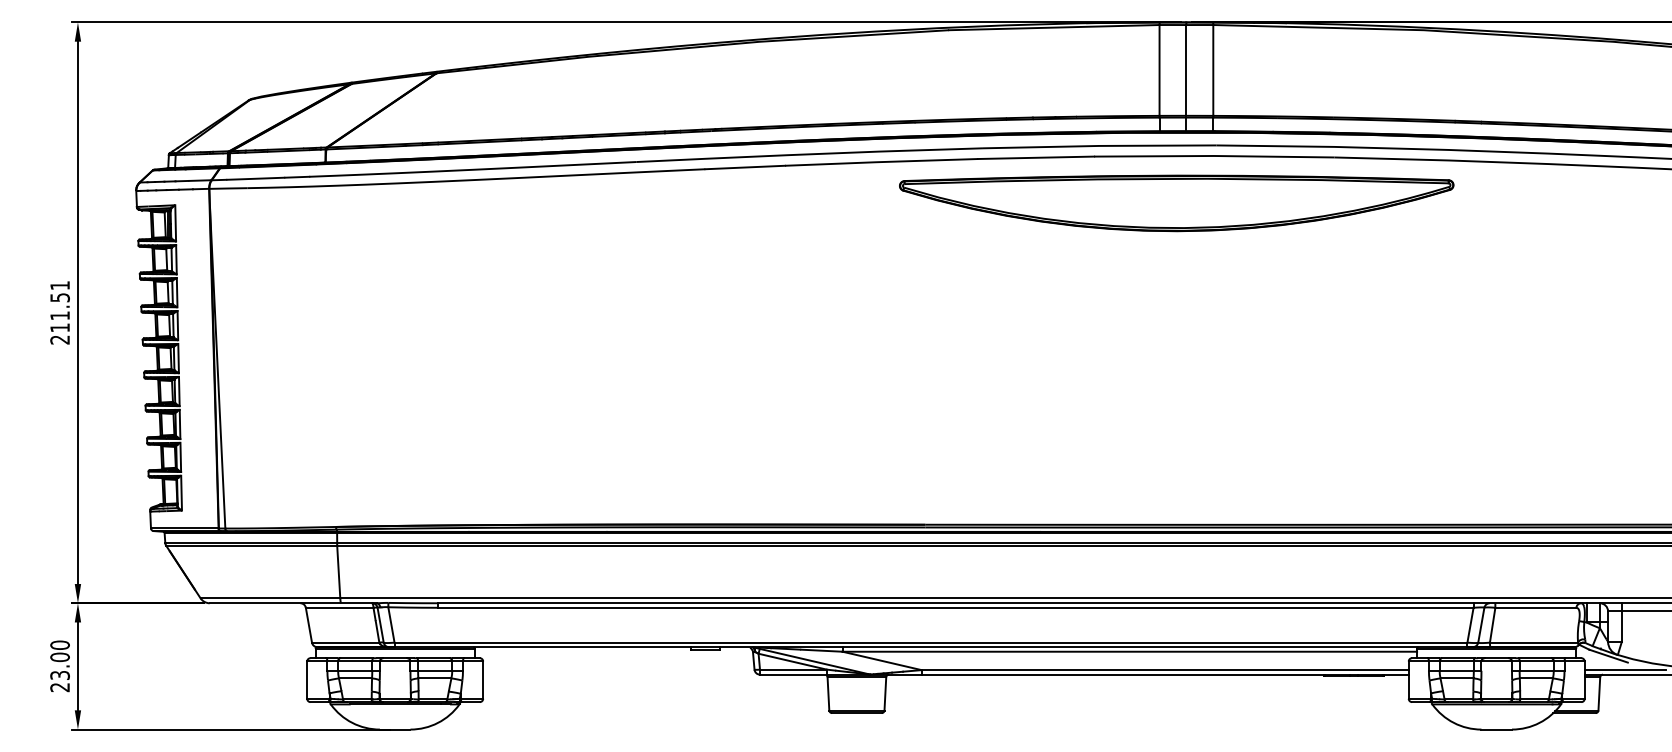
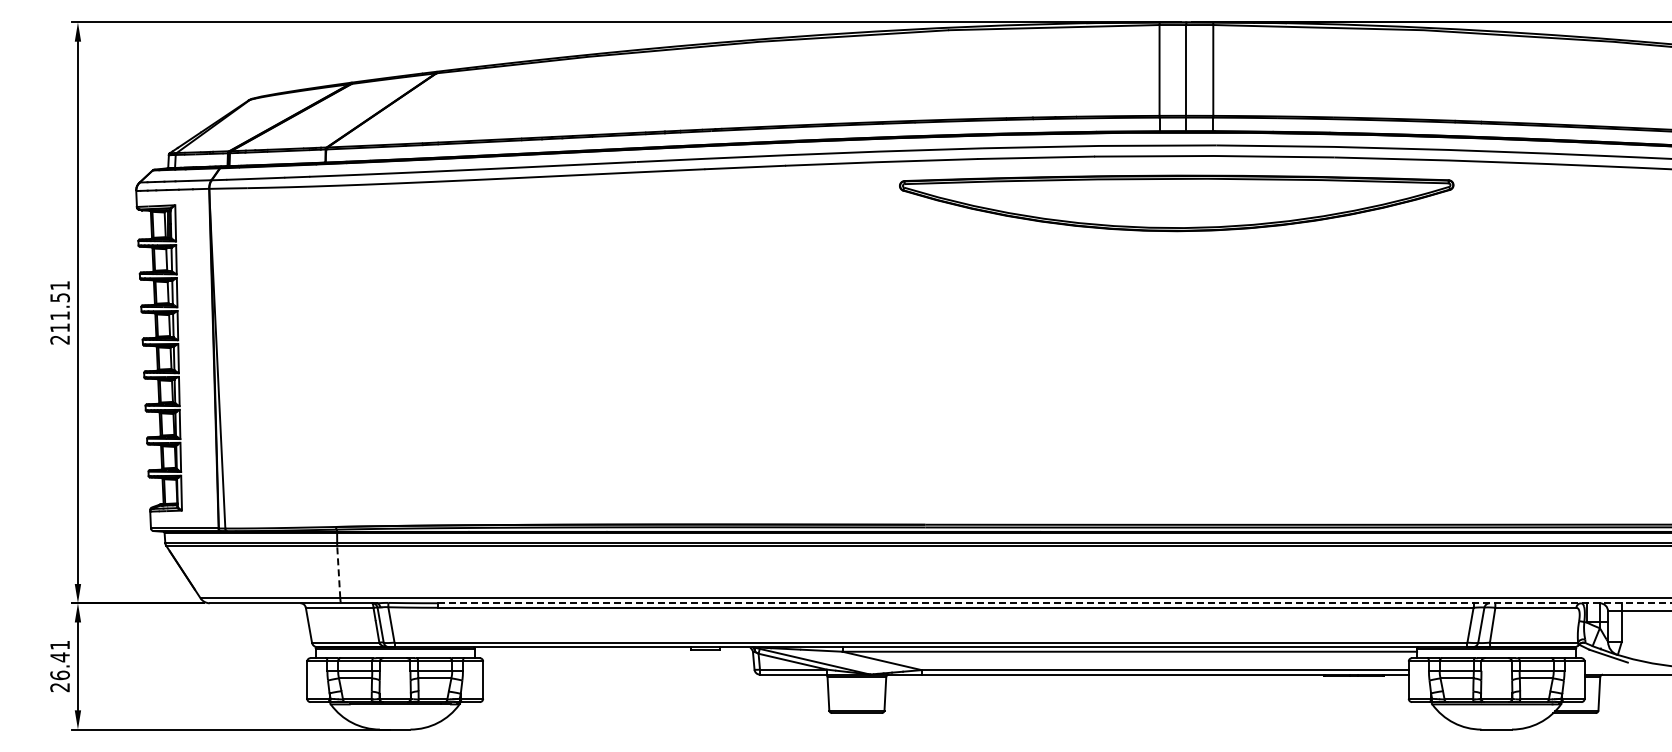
line at (338, 571): solid -> dashed
line at (1054, 603): solid -> dashed
text at (59, 660): 23.00 -> 26.41
line at (1625, 670): present -> none
